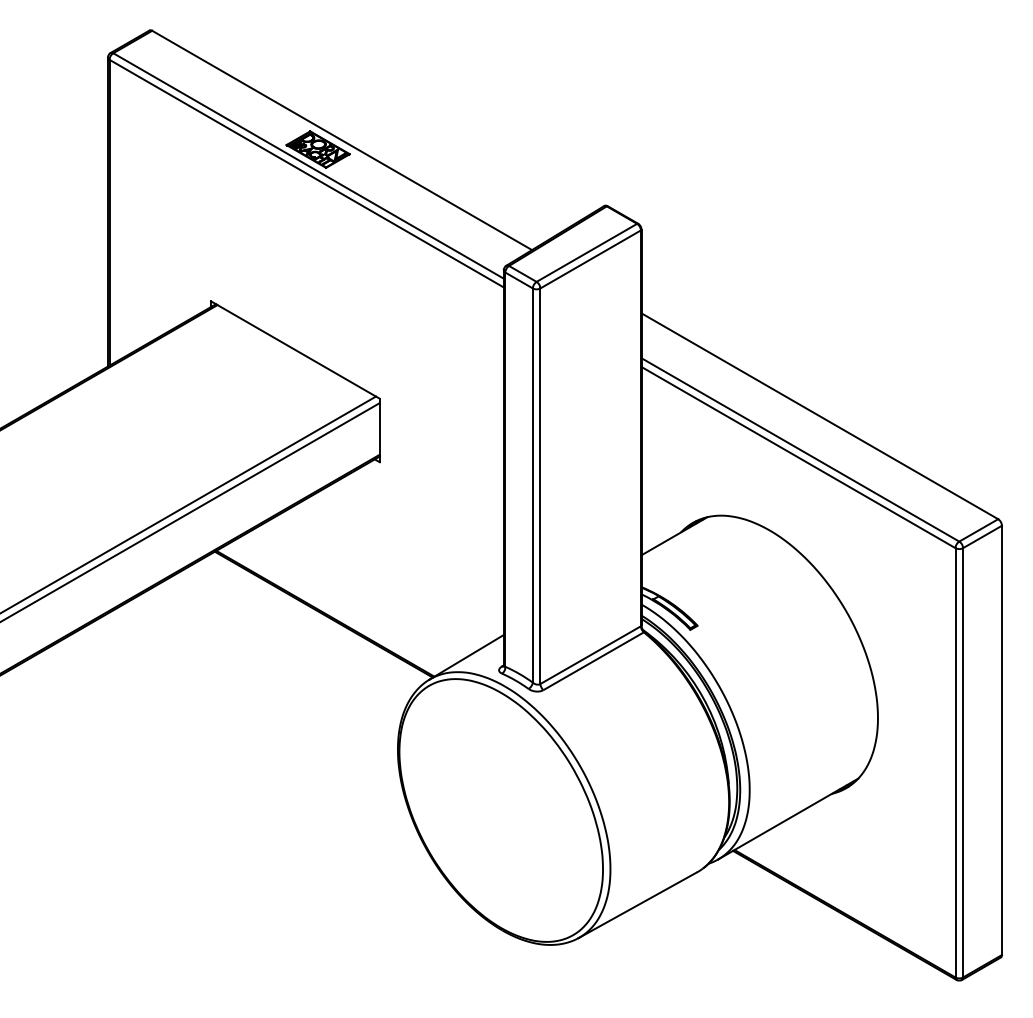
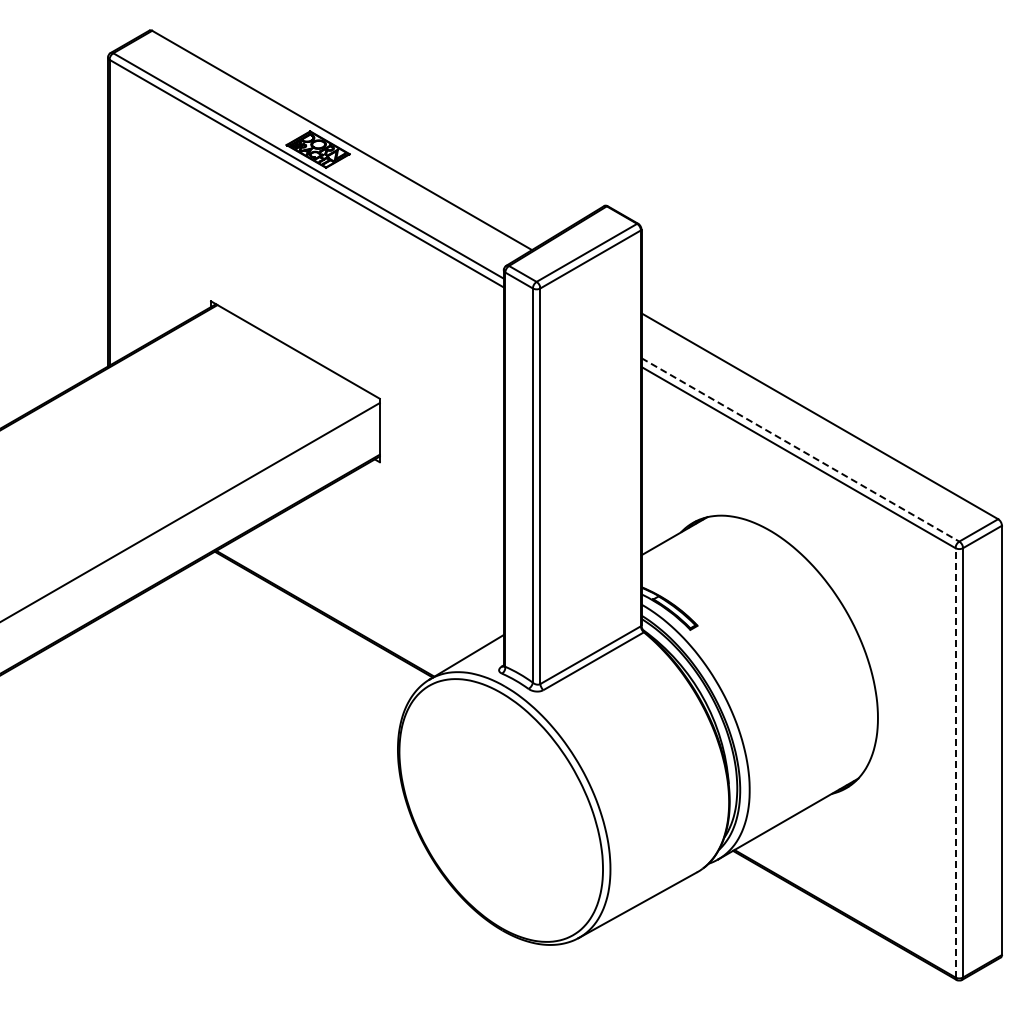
line at (800, 450): solid -> dashed
line at (189, 504): present -> none
line at (955, 762): solid -> dashed
